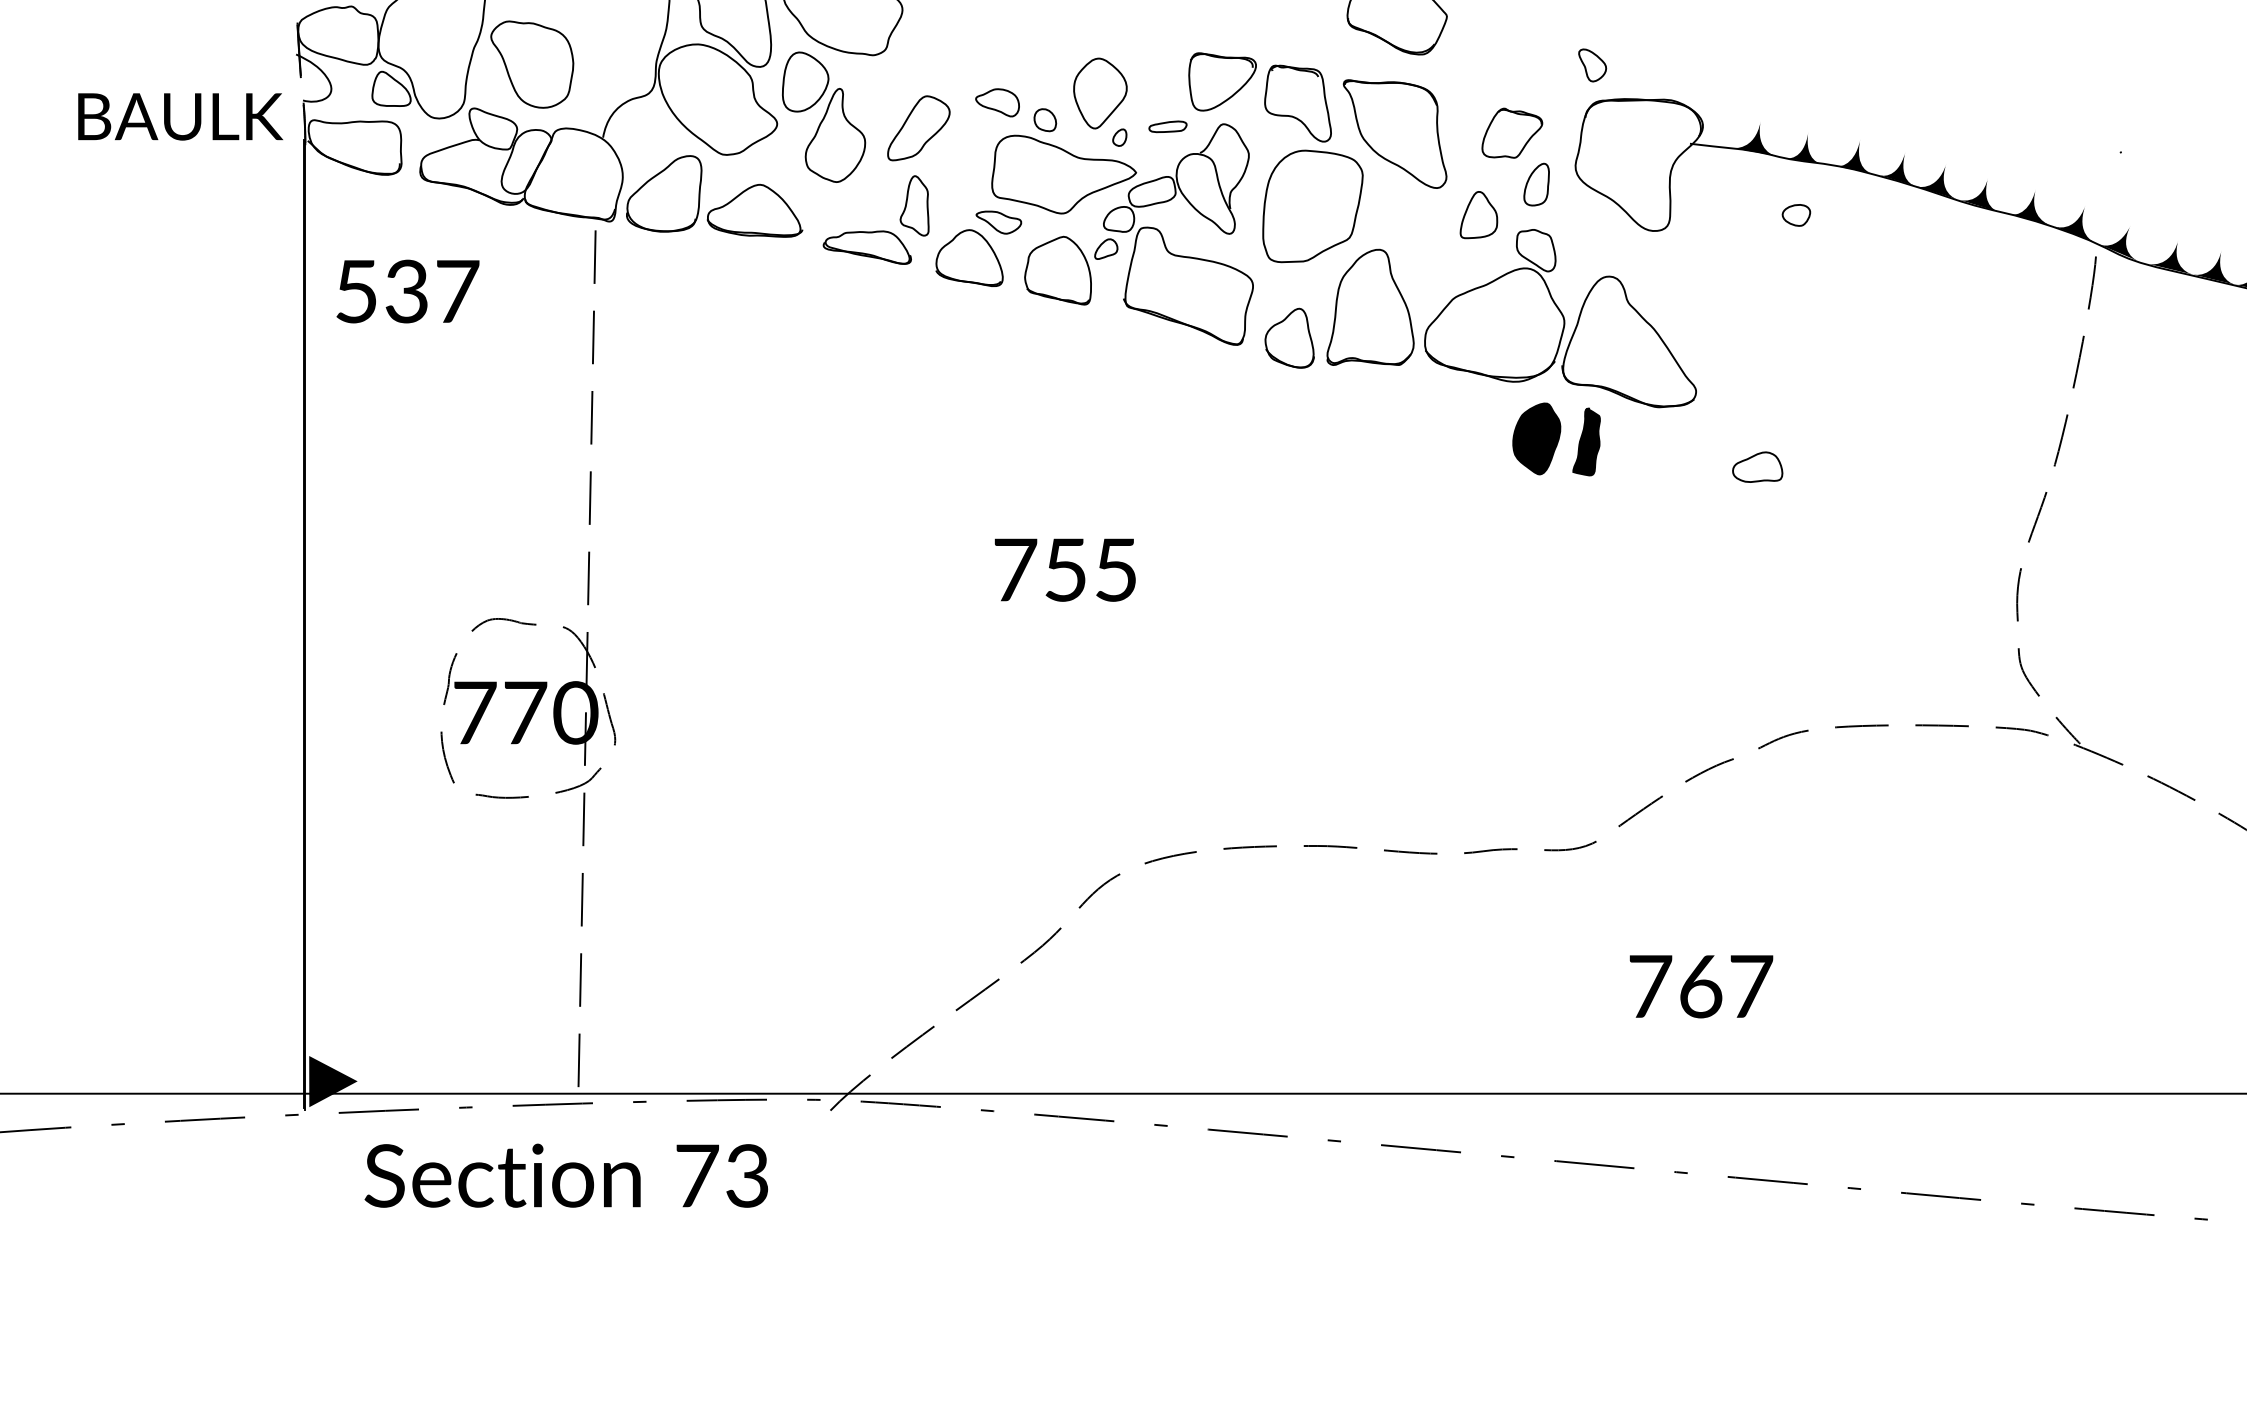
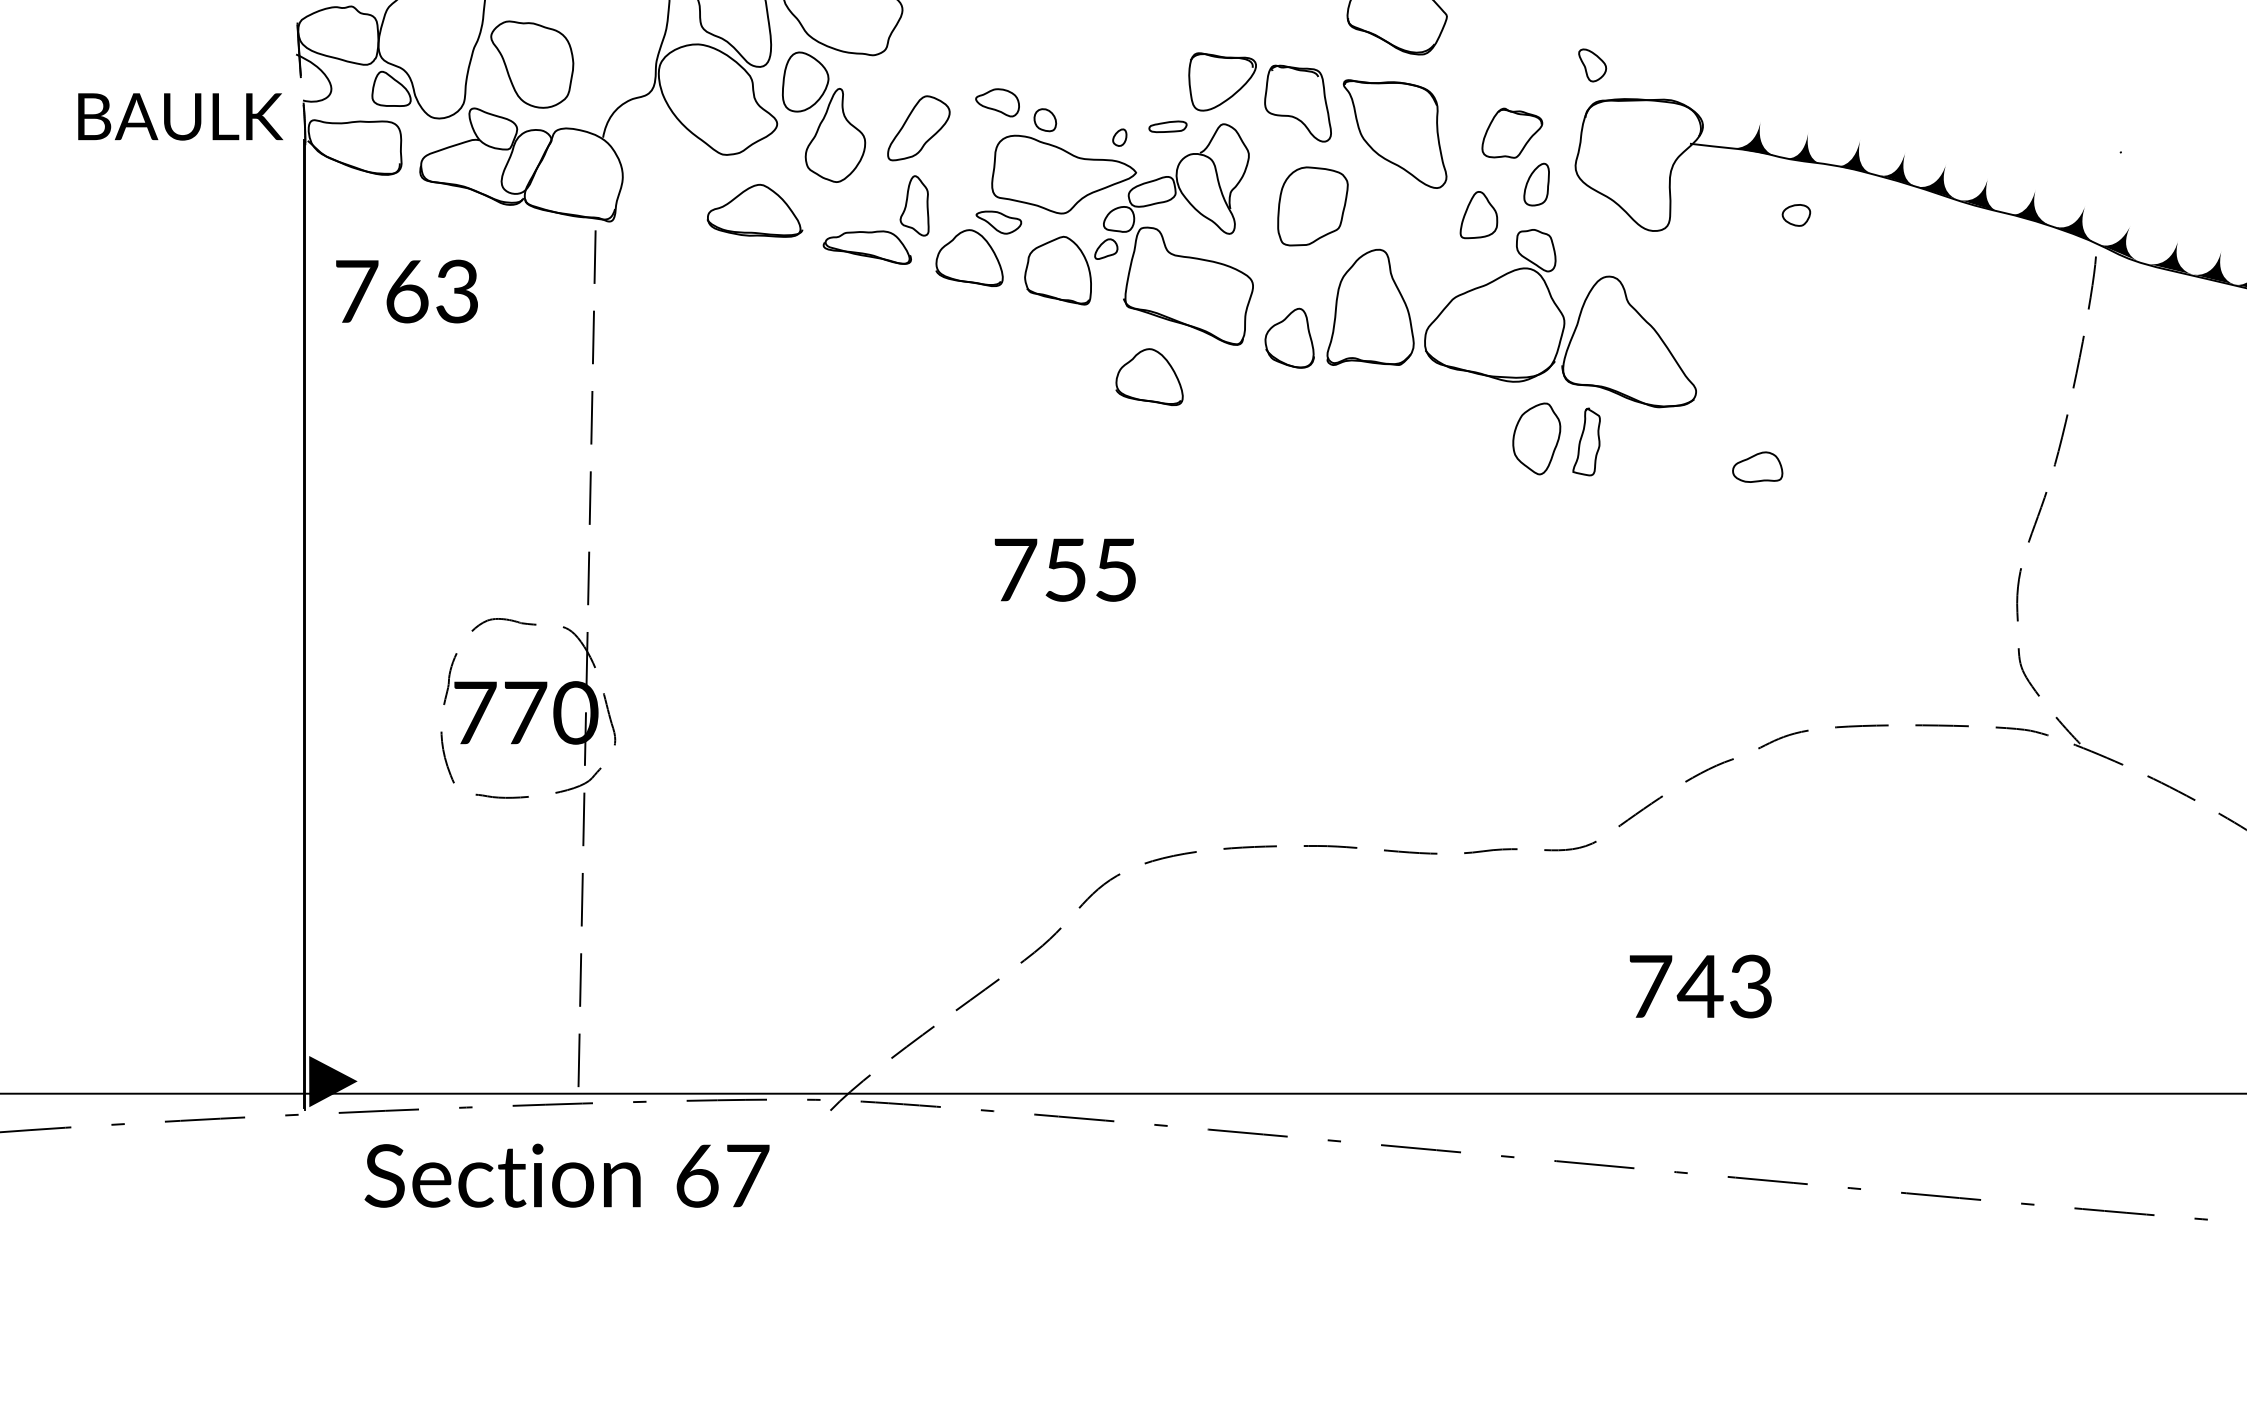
part at (1100, 93): present -> none
part at (664, 193): present -> none
part at (1312, 206) size: 102x115 px -> 72x81 px
text at (407, 291): 537 -> 763
part at (1149, 376): none -> present
fill at (1536, 438): present -> none
fill at (1586, 441): present -> none
text at (1724, 986): 767 -> 743
text at (722, 1175): 73 -> 67
